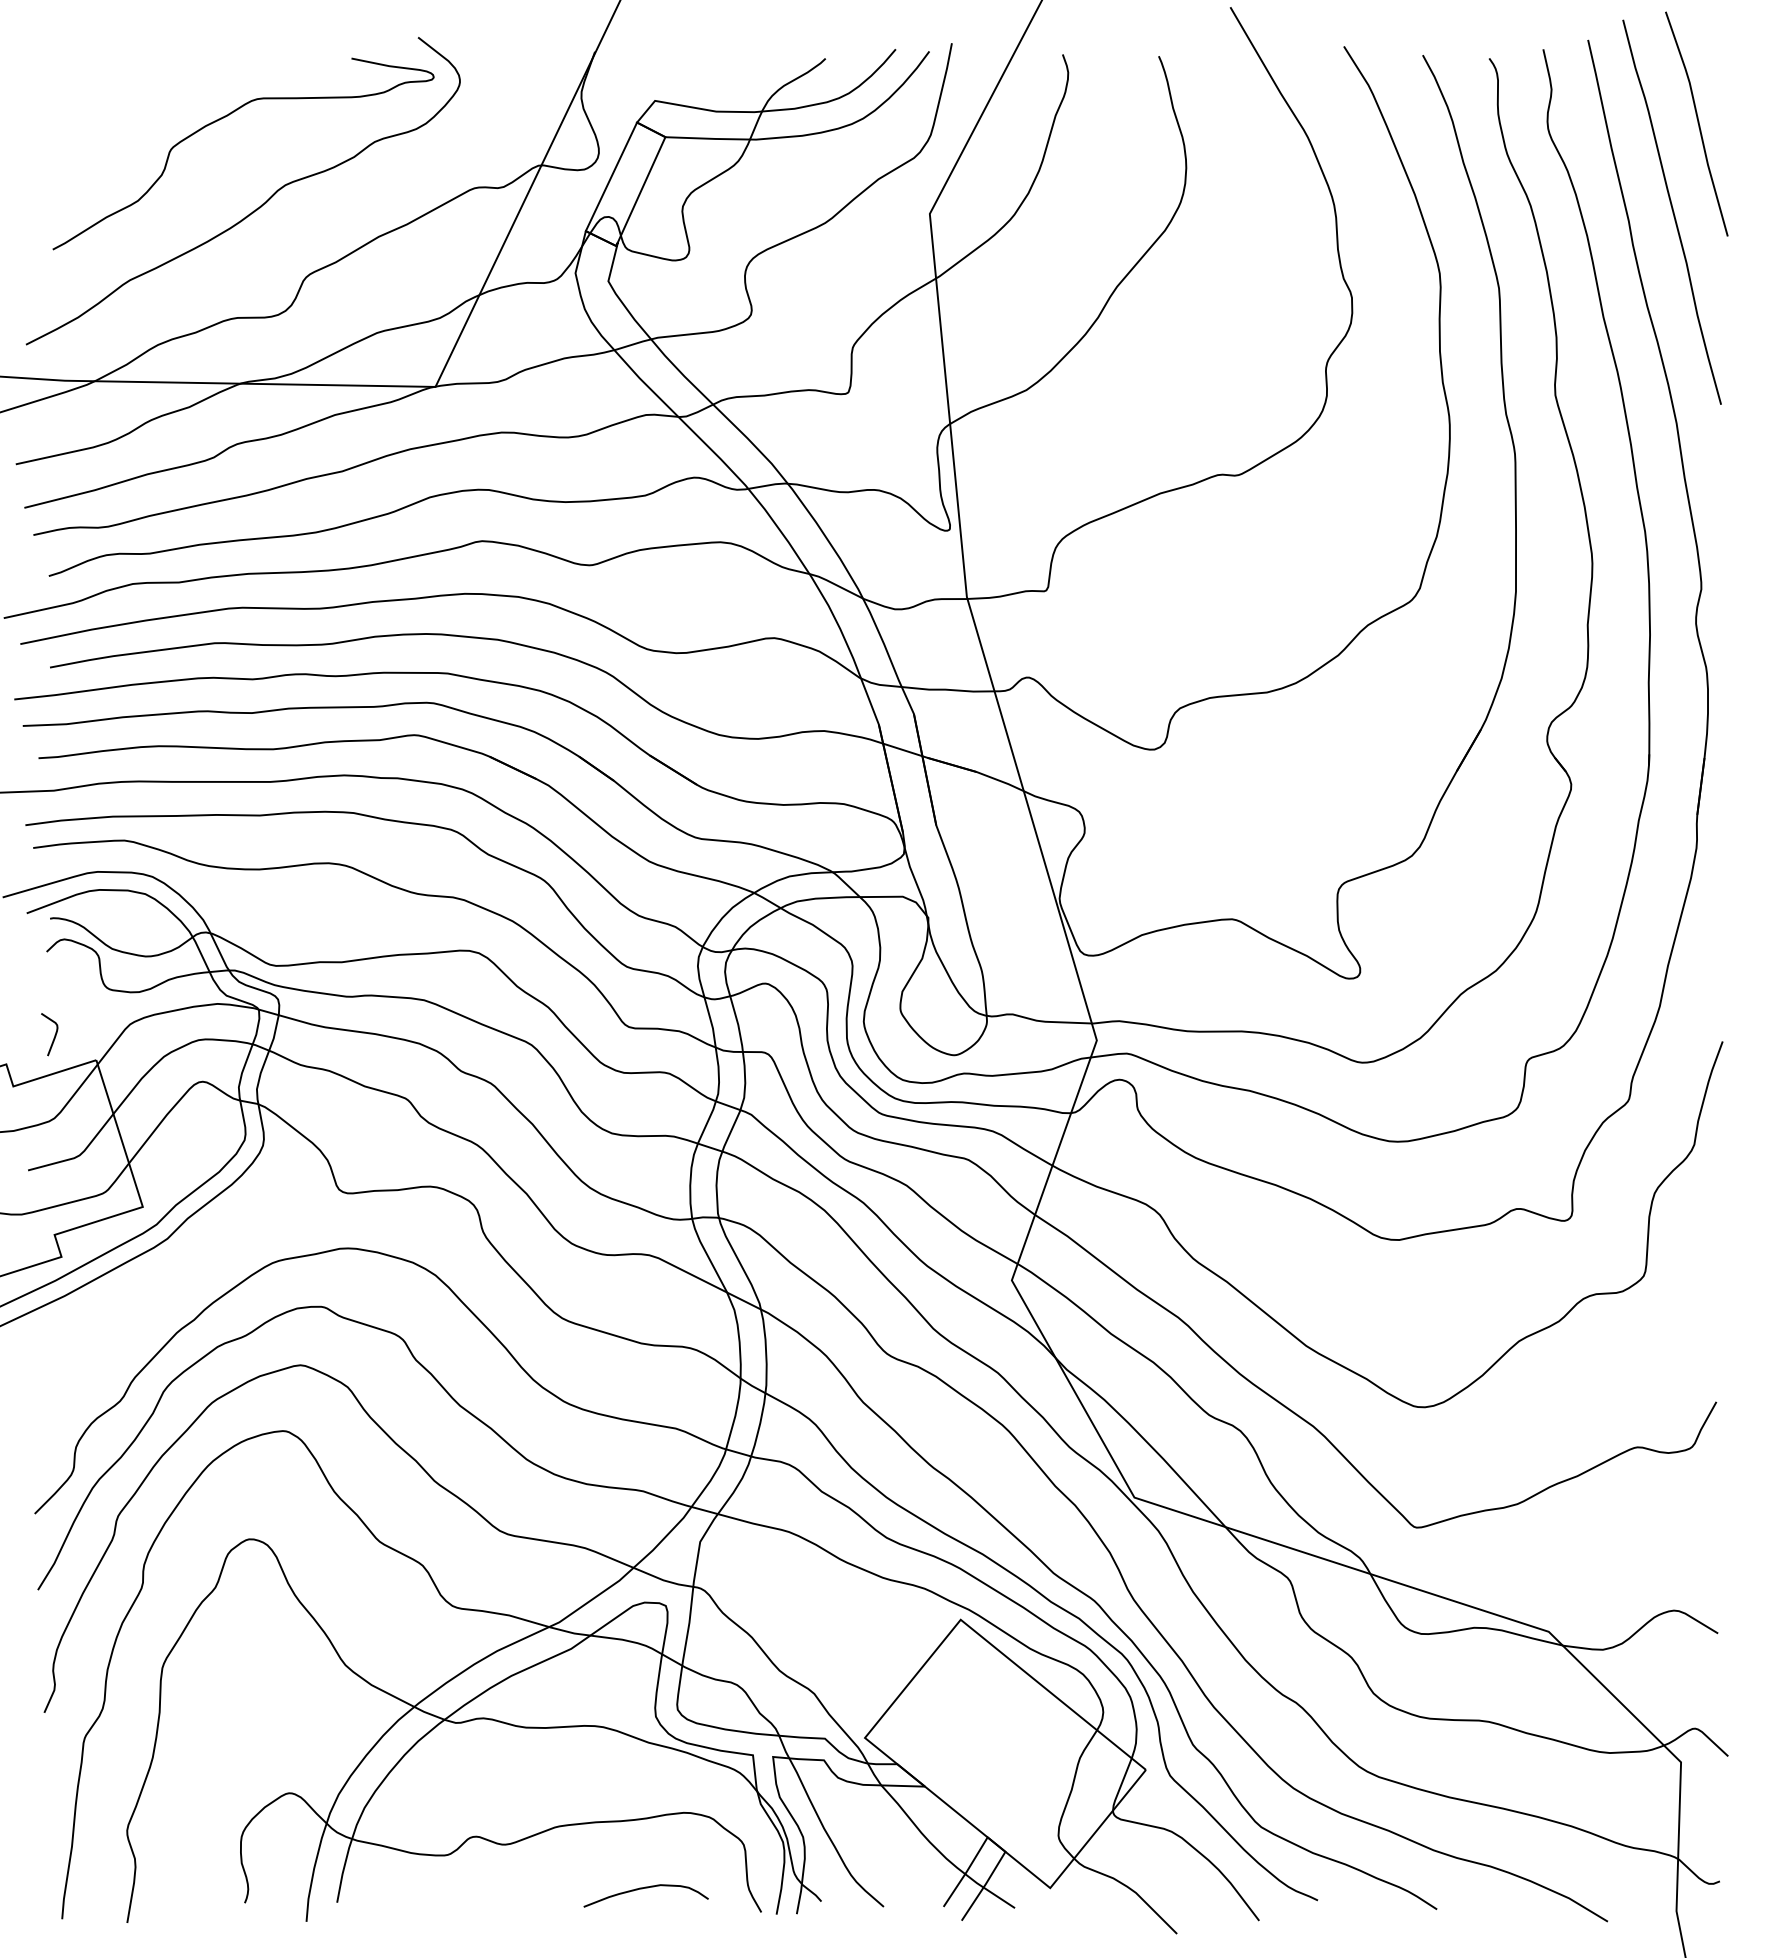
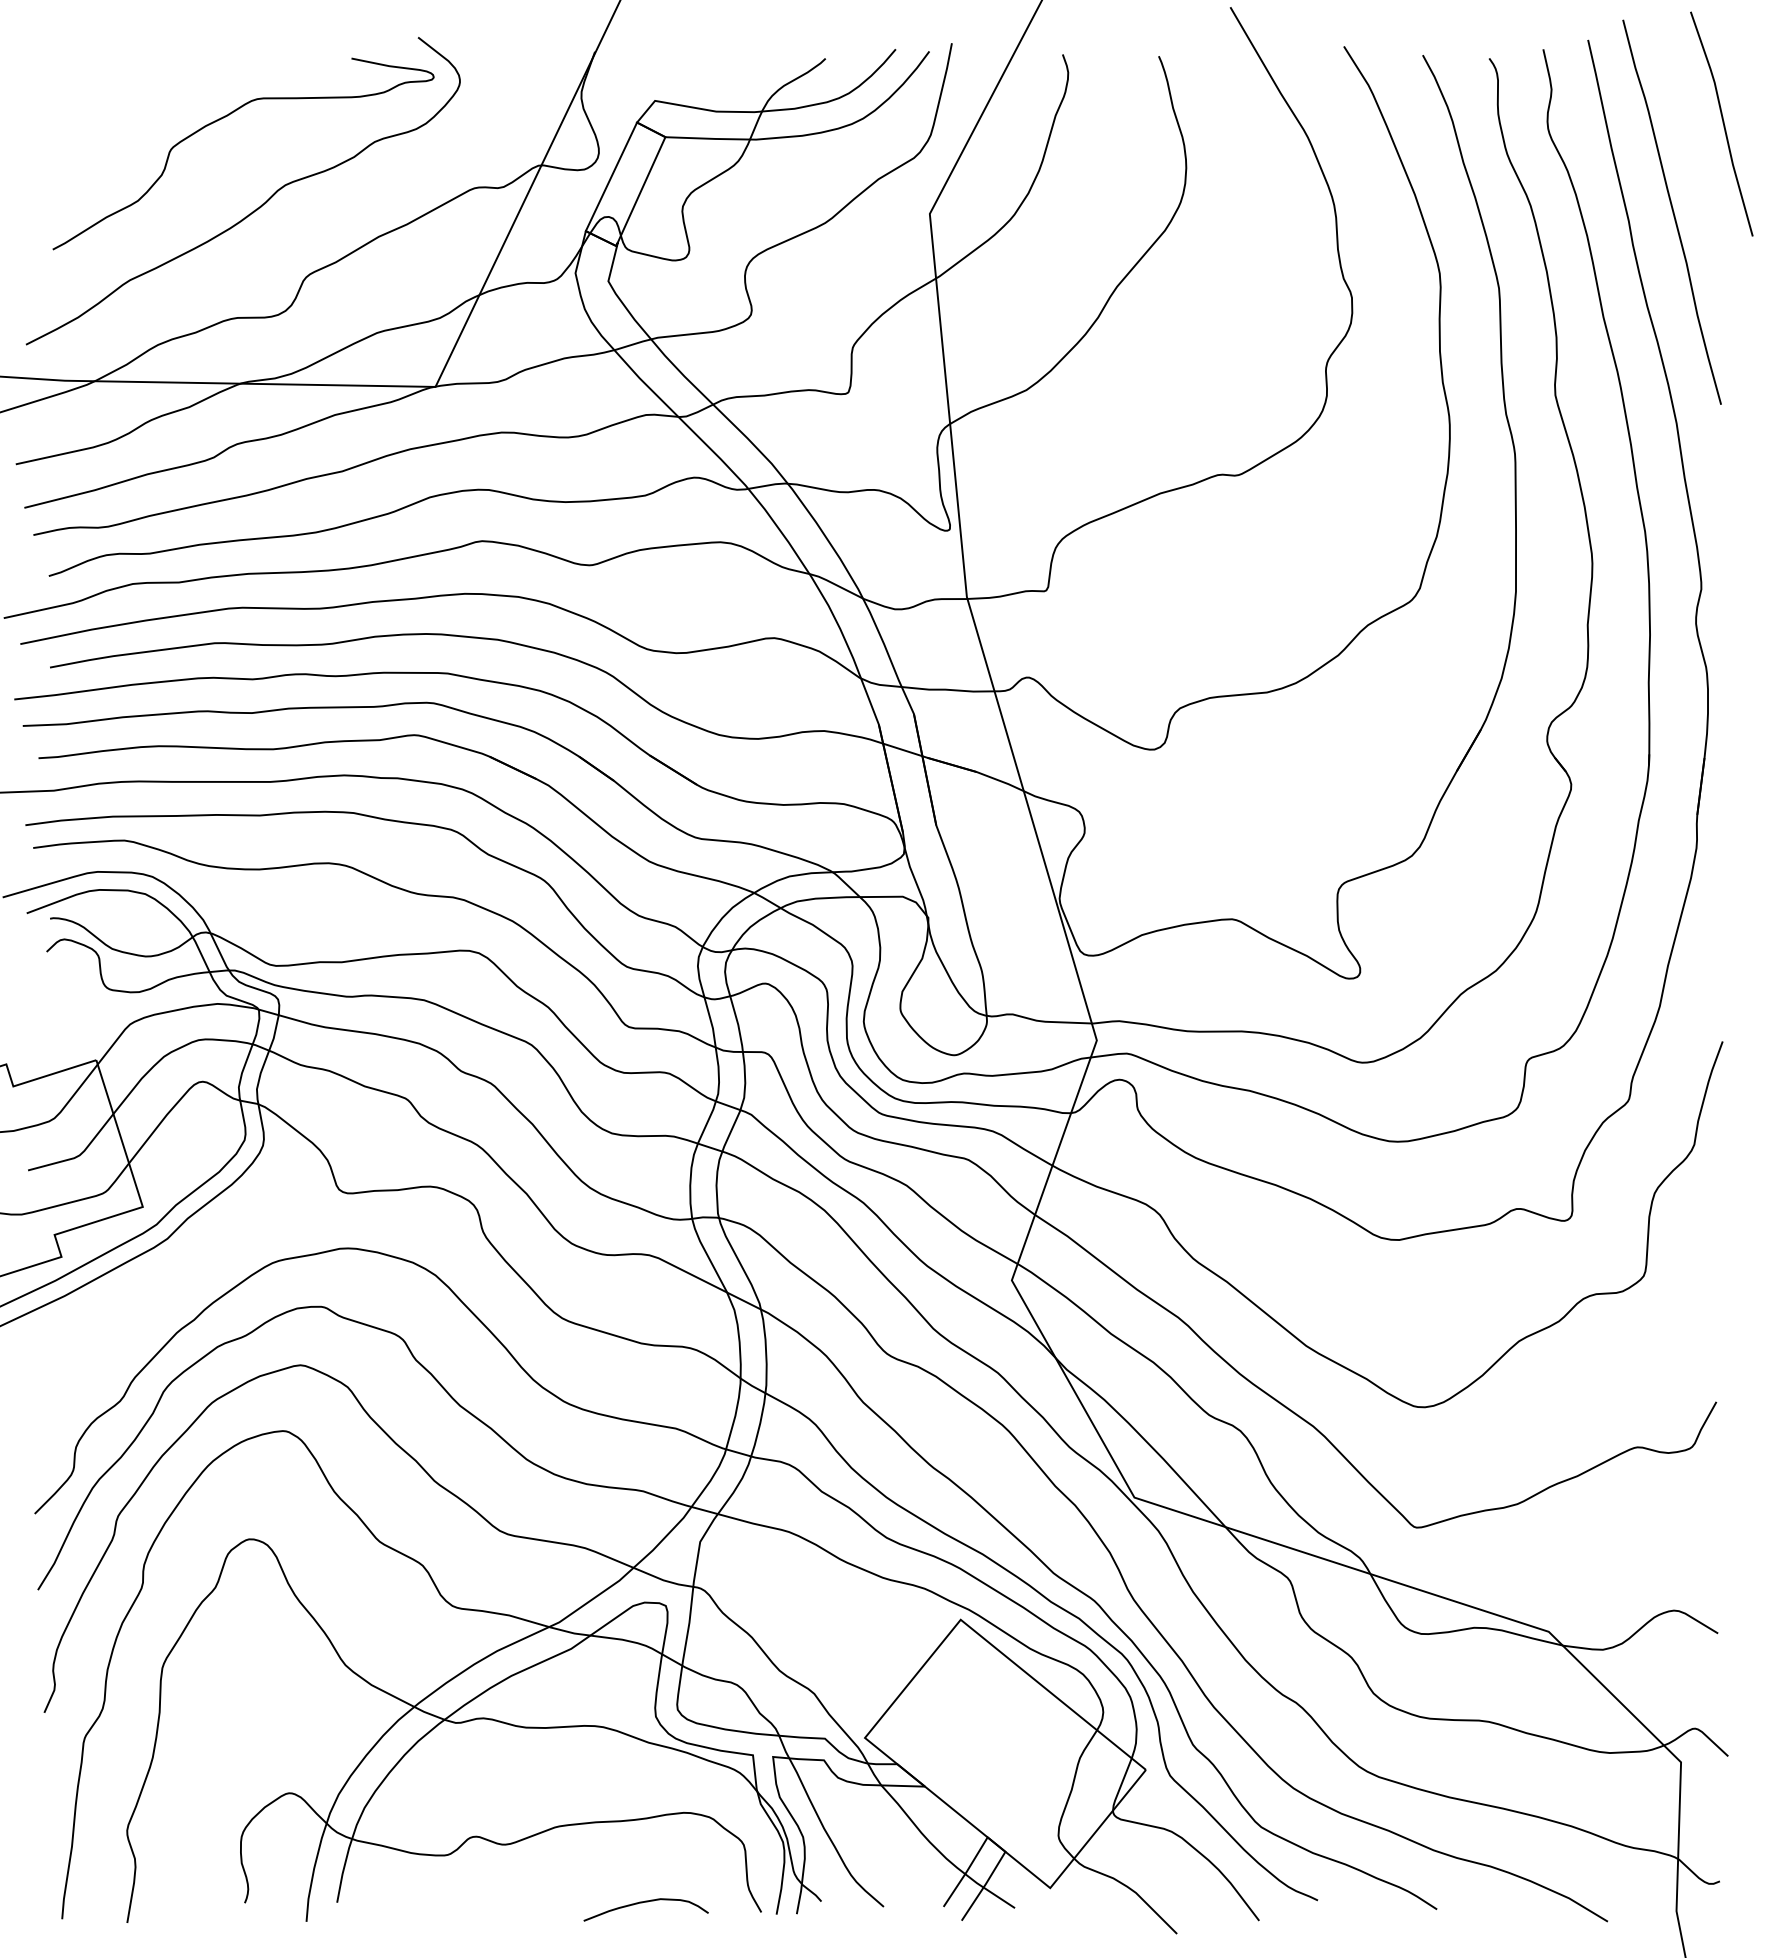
line at (1697, 123) position: (1697, 123) -> (1722, 123)
curve at (54, 1035): present -> none
curve at (642, 1889) position: (642, 1889) -> (642, 1903)
